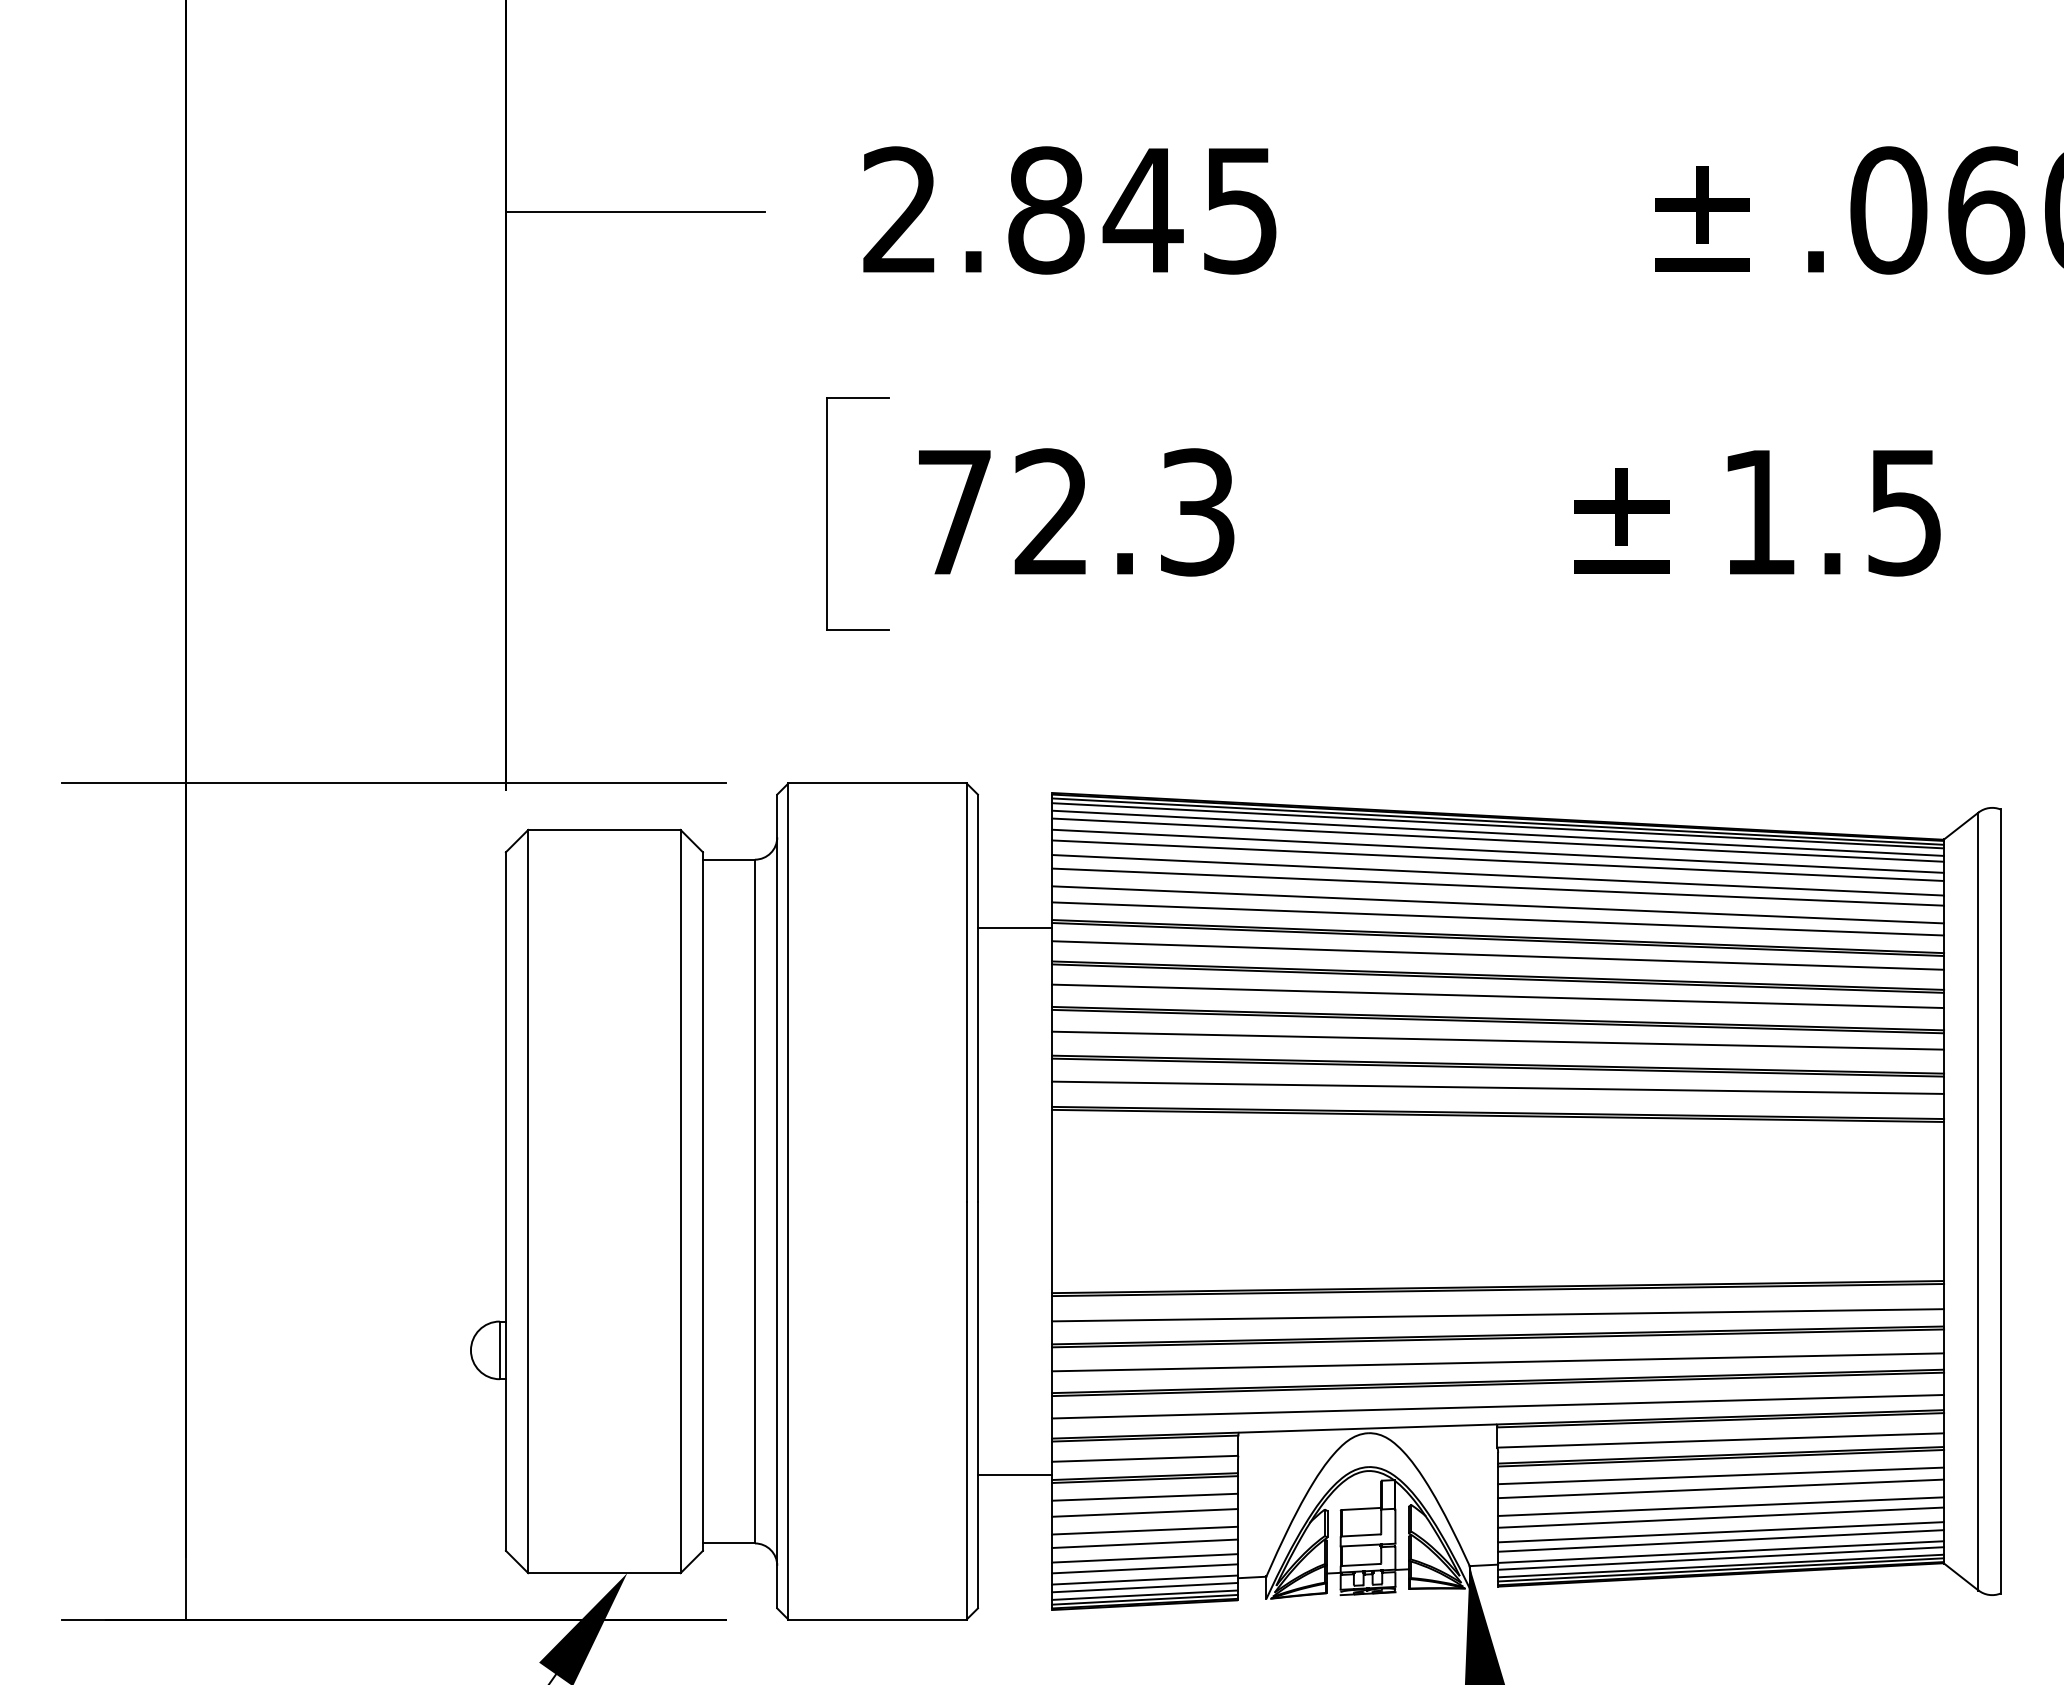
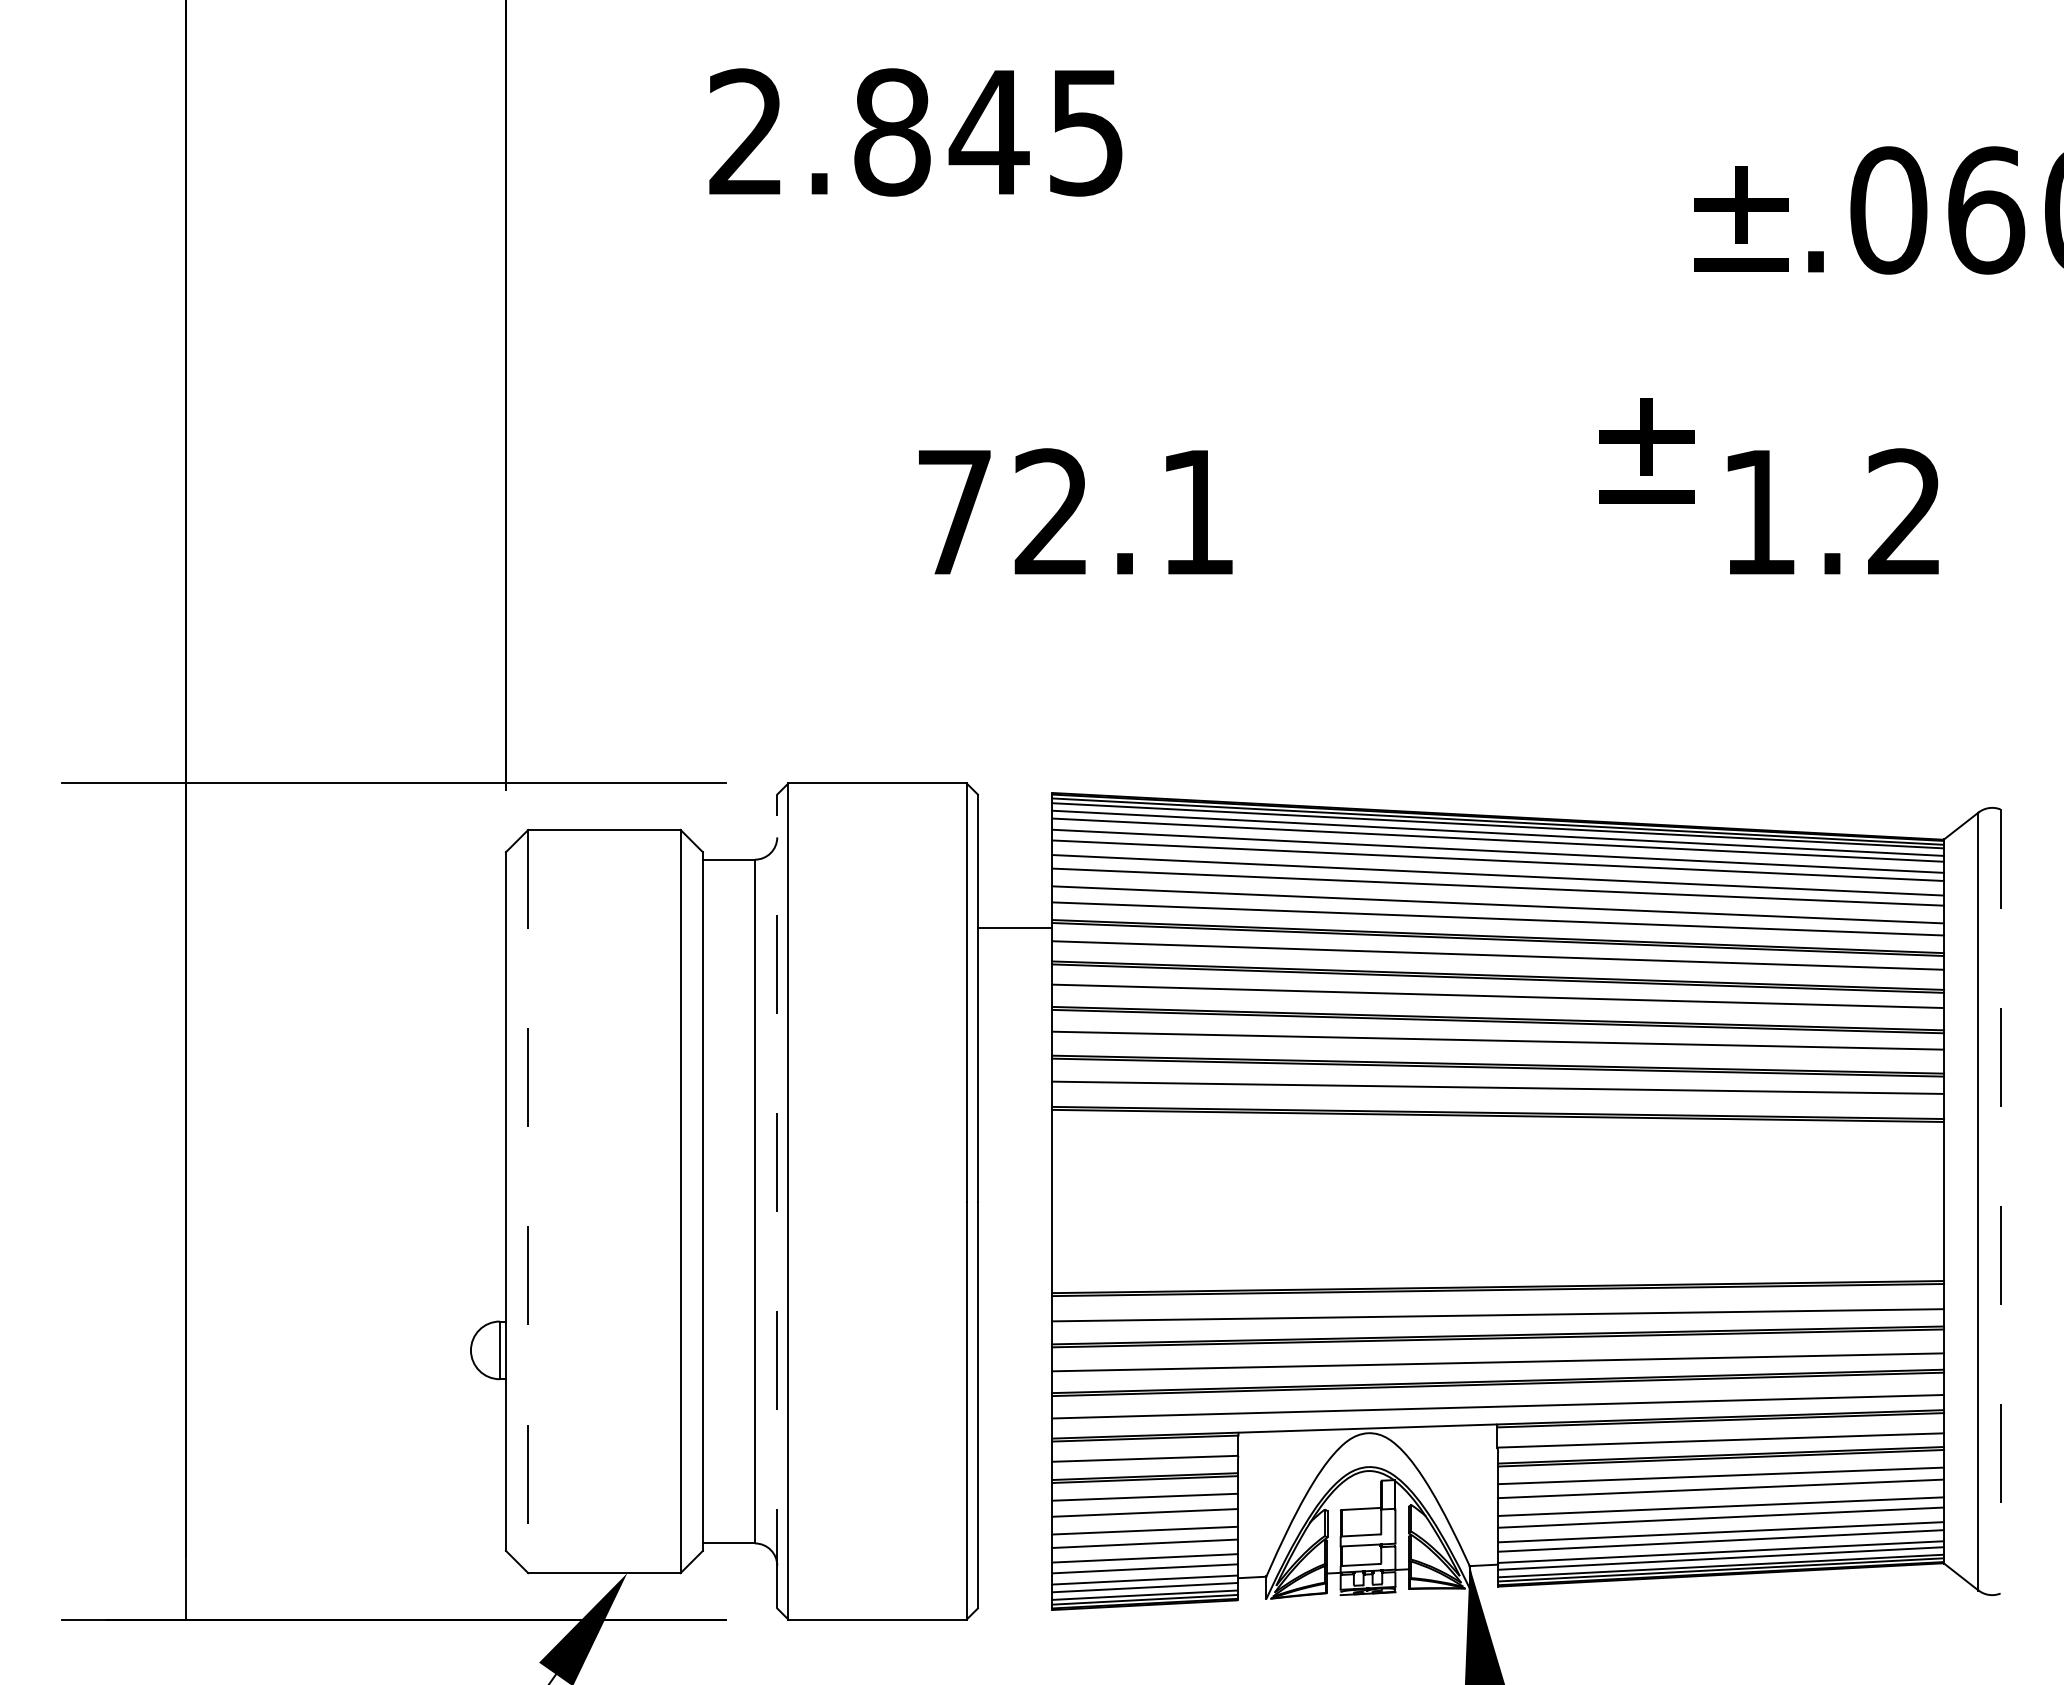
text at (1069, 210) position: (1069, 210) -> (915, 132)
line at (635, 211): present -> none
text at (1702, 218) position: (1702, 218) -> (1741, 218)
text at (1197, 512): 72.3 -> 72.1
text at (1904, 512): 1.5 -> 1.2
part at (827, 513): present -> none
text at (1621, 520) position: (1621, 520) -> (1646, 450)
line at (528, 1201): solid -> dashed
line at (777, 1201): solid -> dashed
line at (2000, 1202): solid -> dashed
line at (1014, 1474): present -> none
